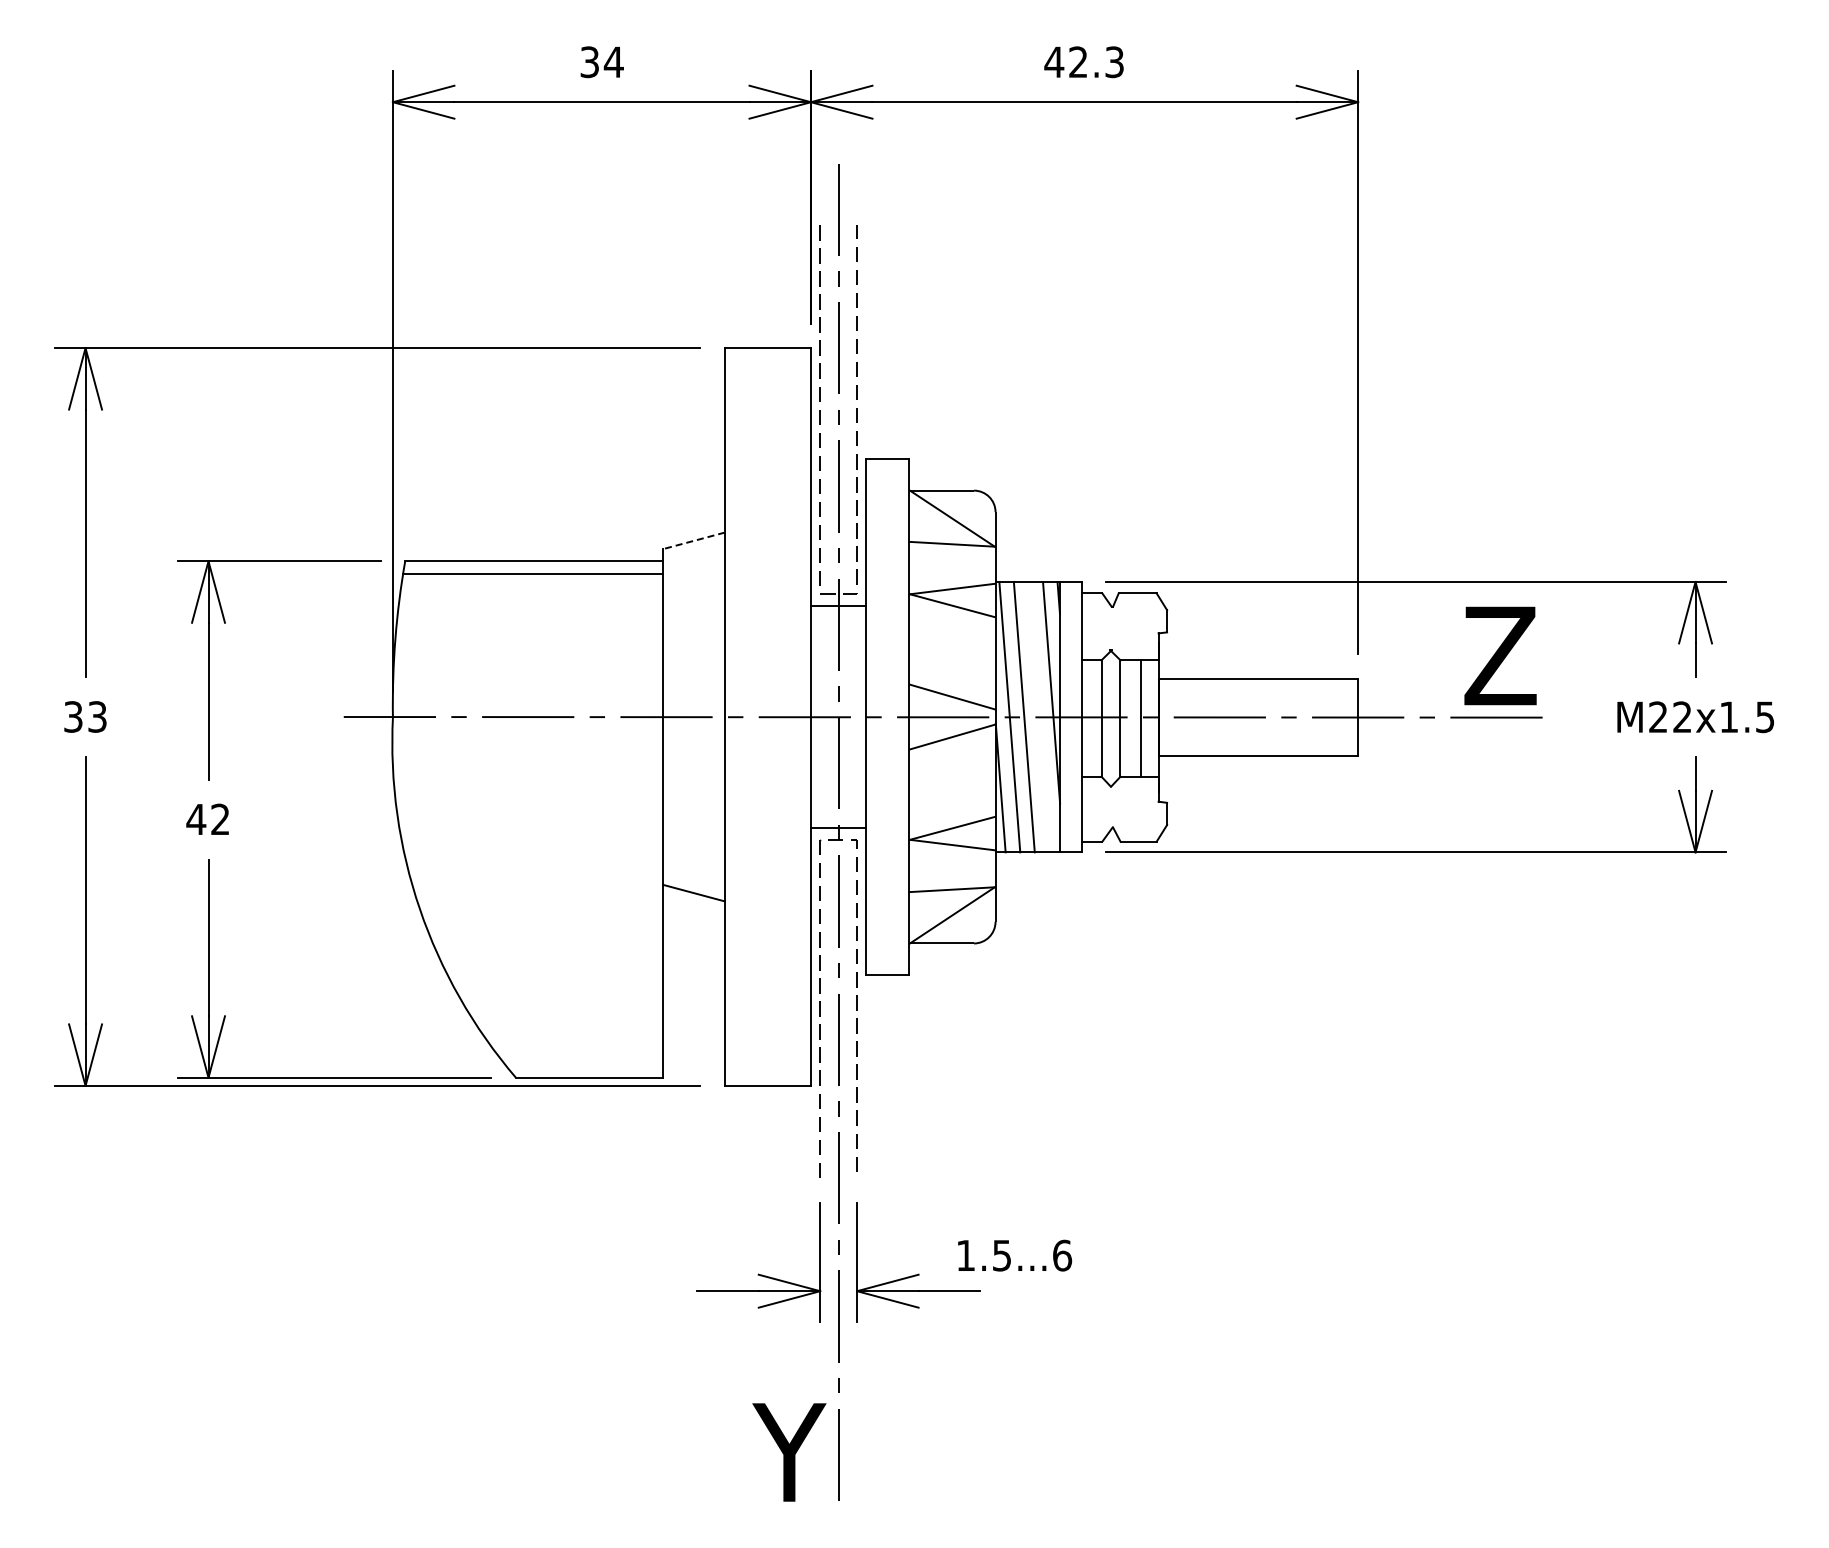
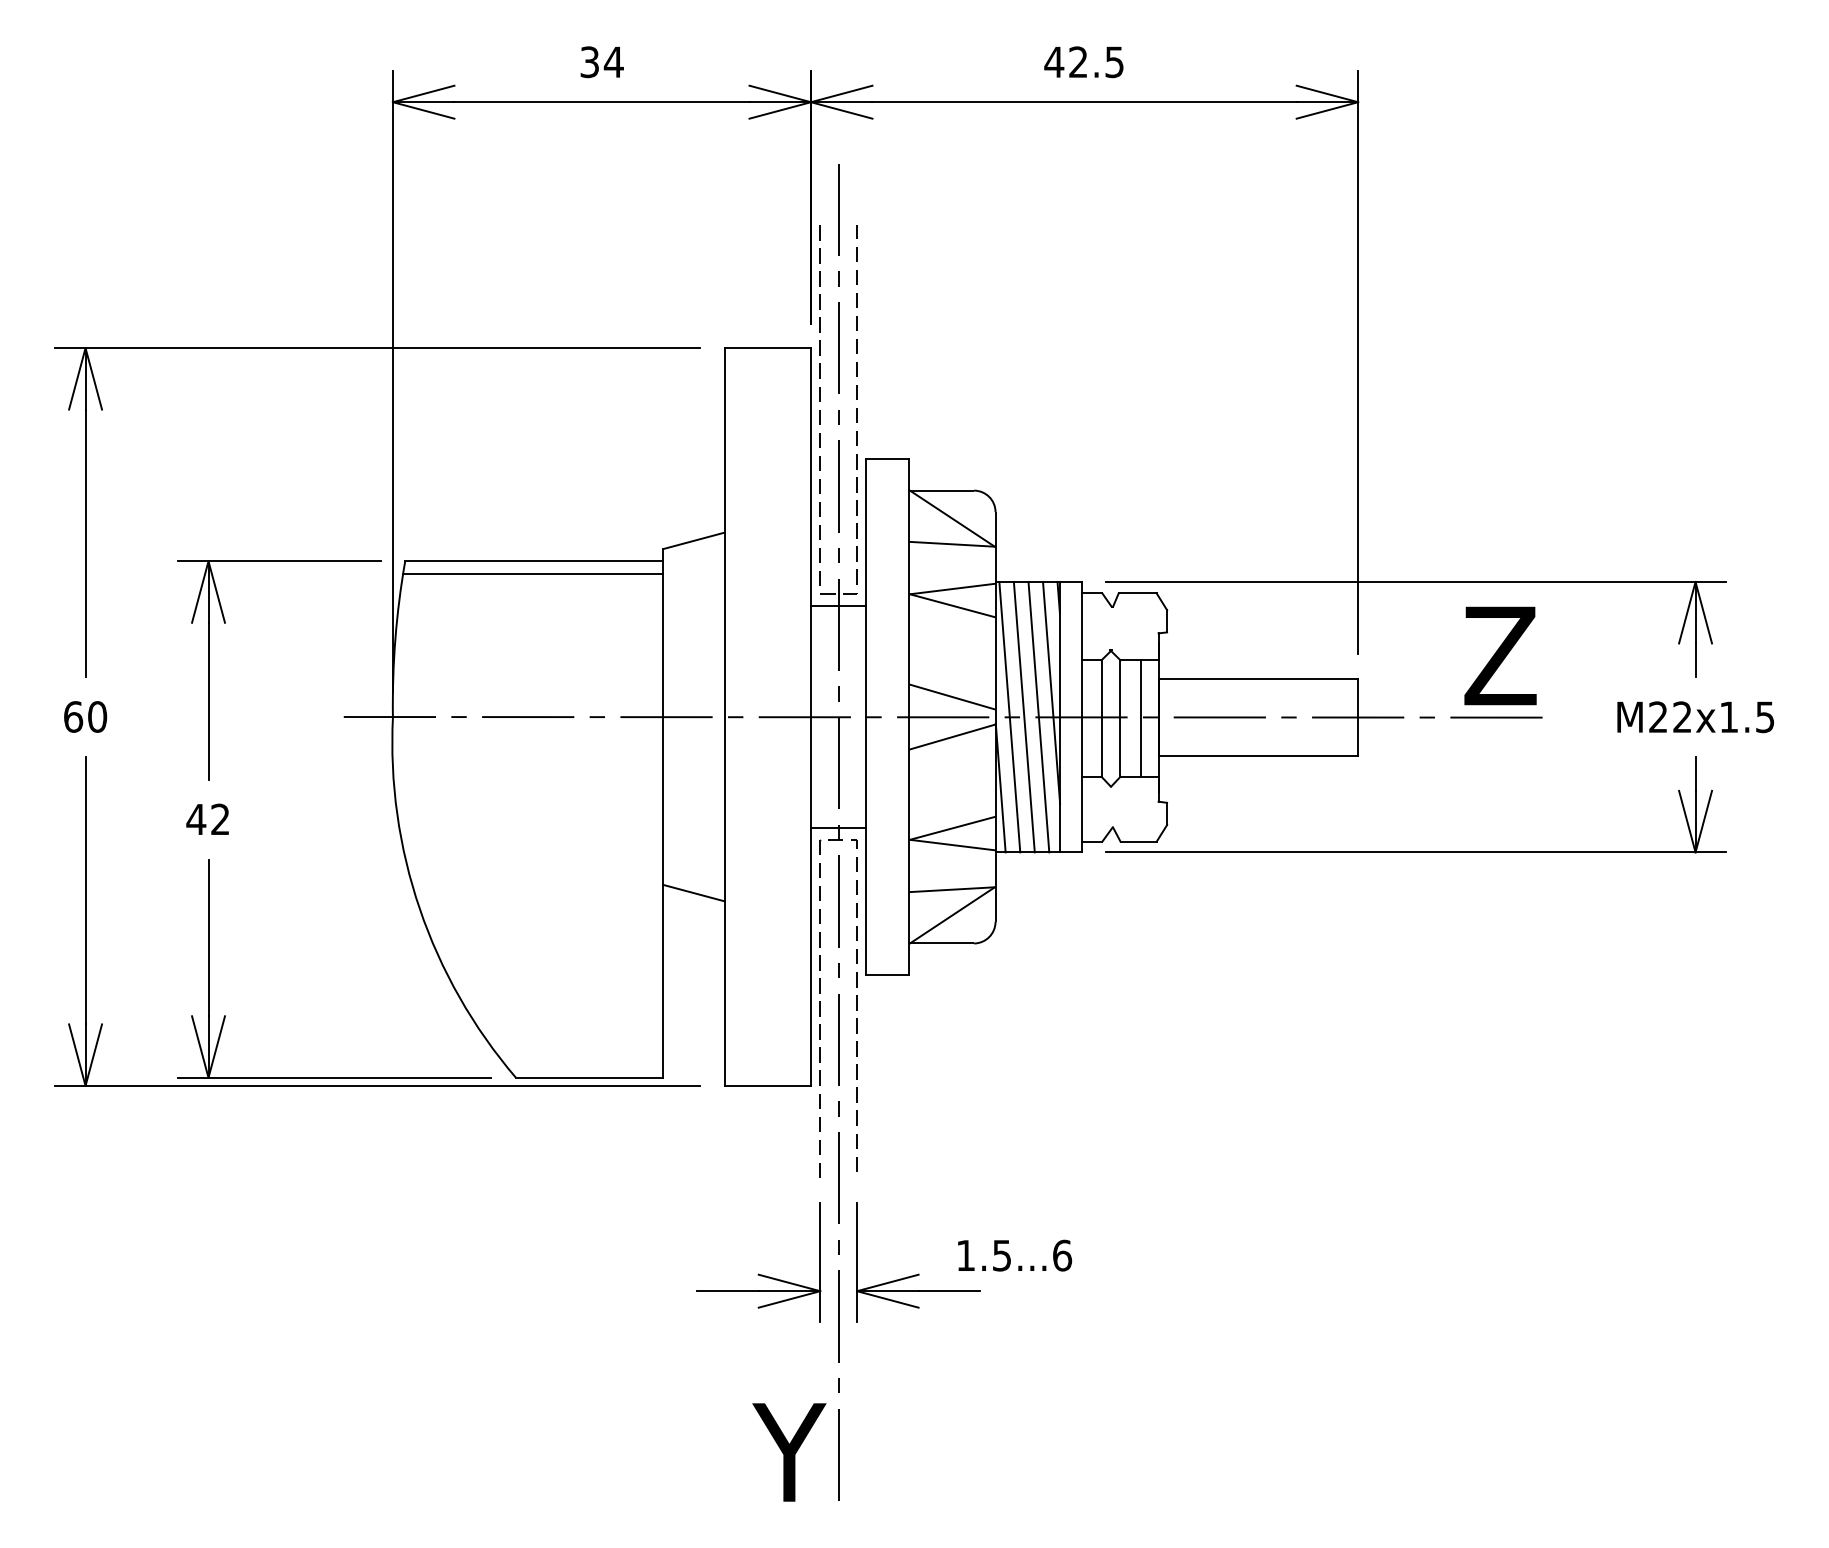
text at (1114, 61): 42.3 -> 42.5
line at (694, 540): dashed -> solid
text at (85, 716): 33 -> 60
line at (1038, 716): none -> present
